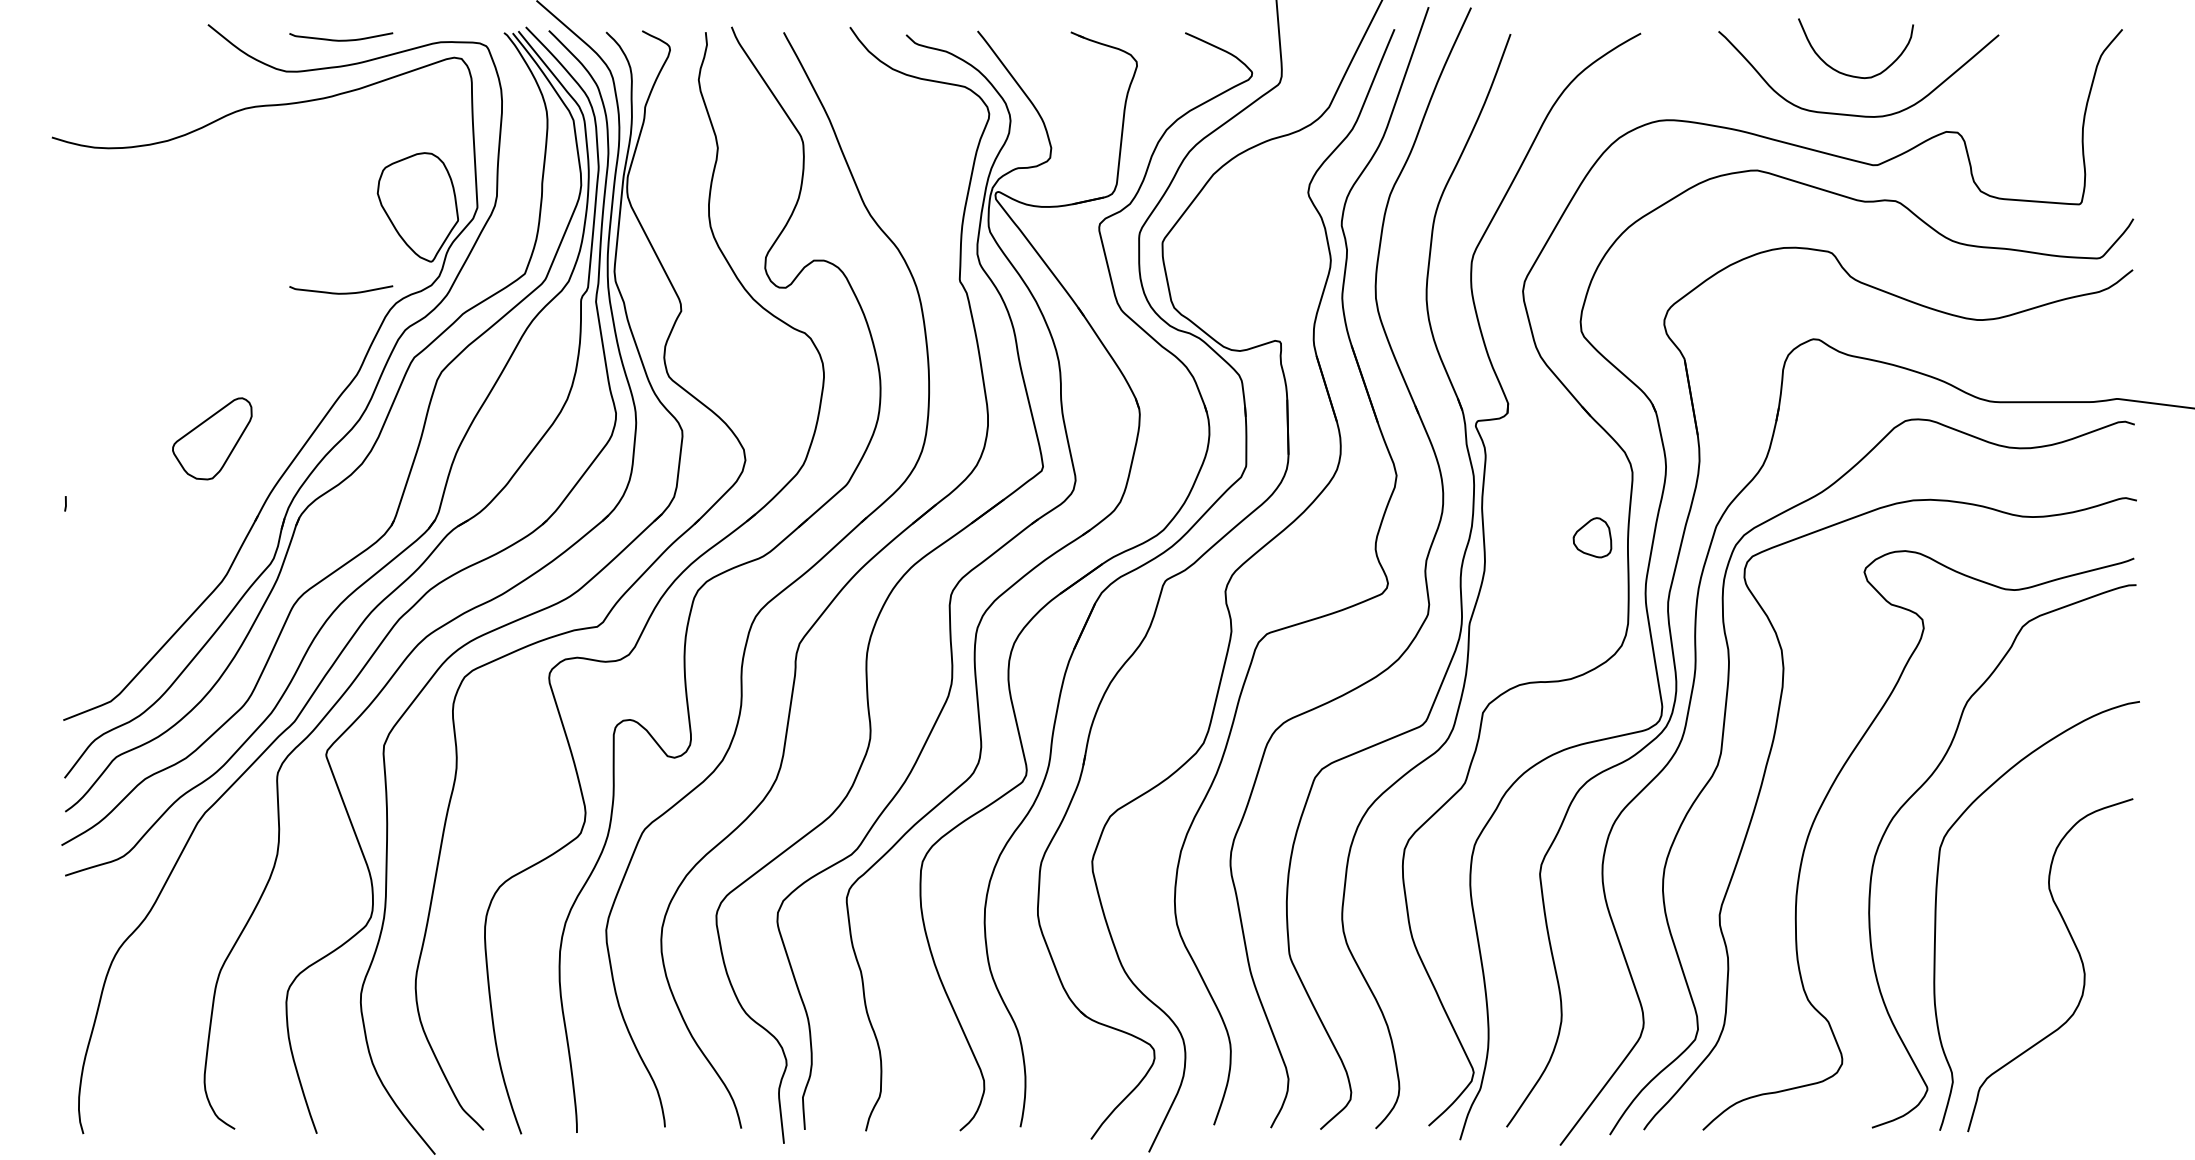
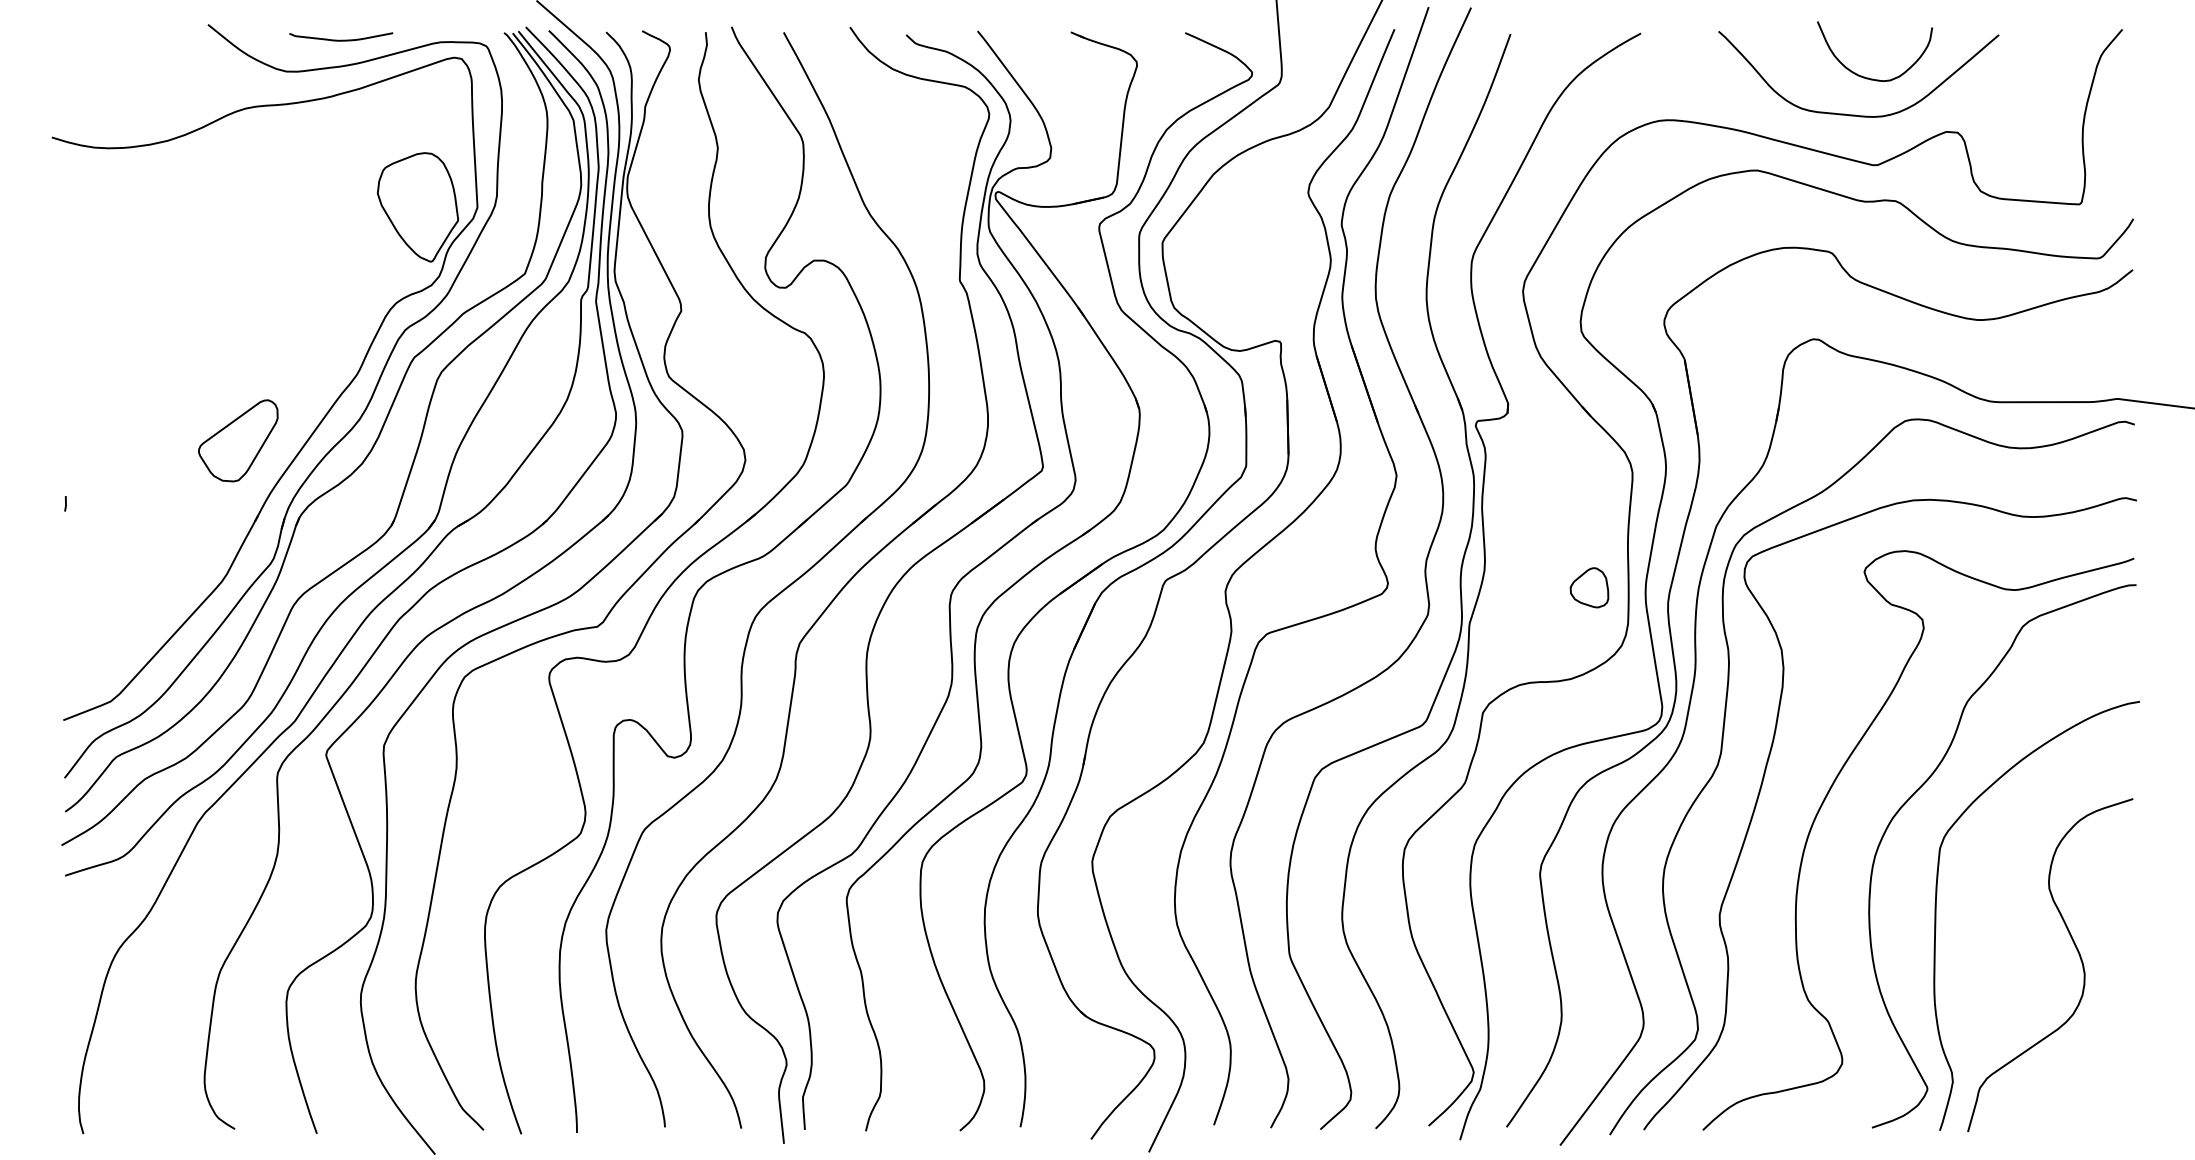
curve at (1849, 74) position: (1849, 74) -> (1868, 77)
curve at (341, 292): present -> none
part at (212, 438) position: (212, 438) -> (238, 440)
part at (1592, 537) position: (1592, 537) -> (1589, 587)
